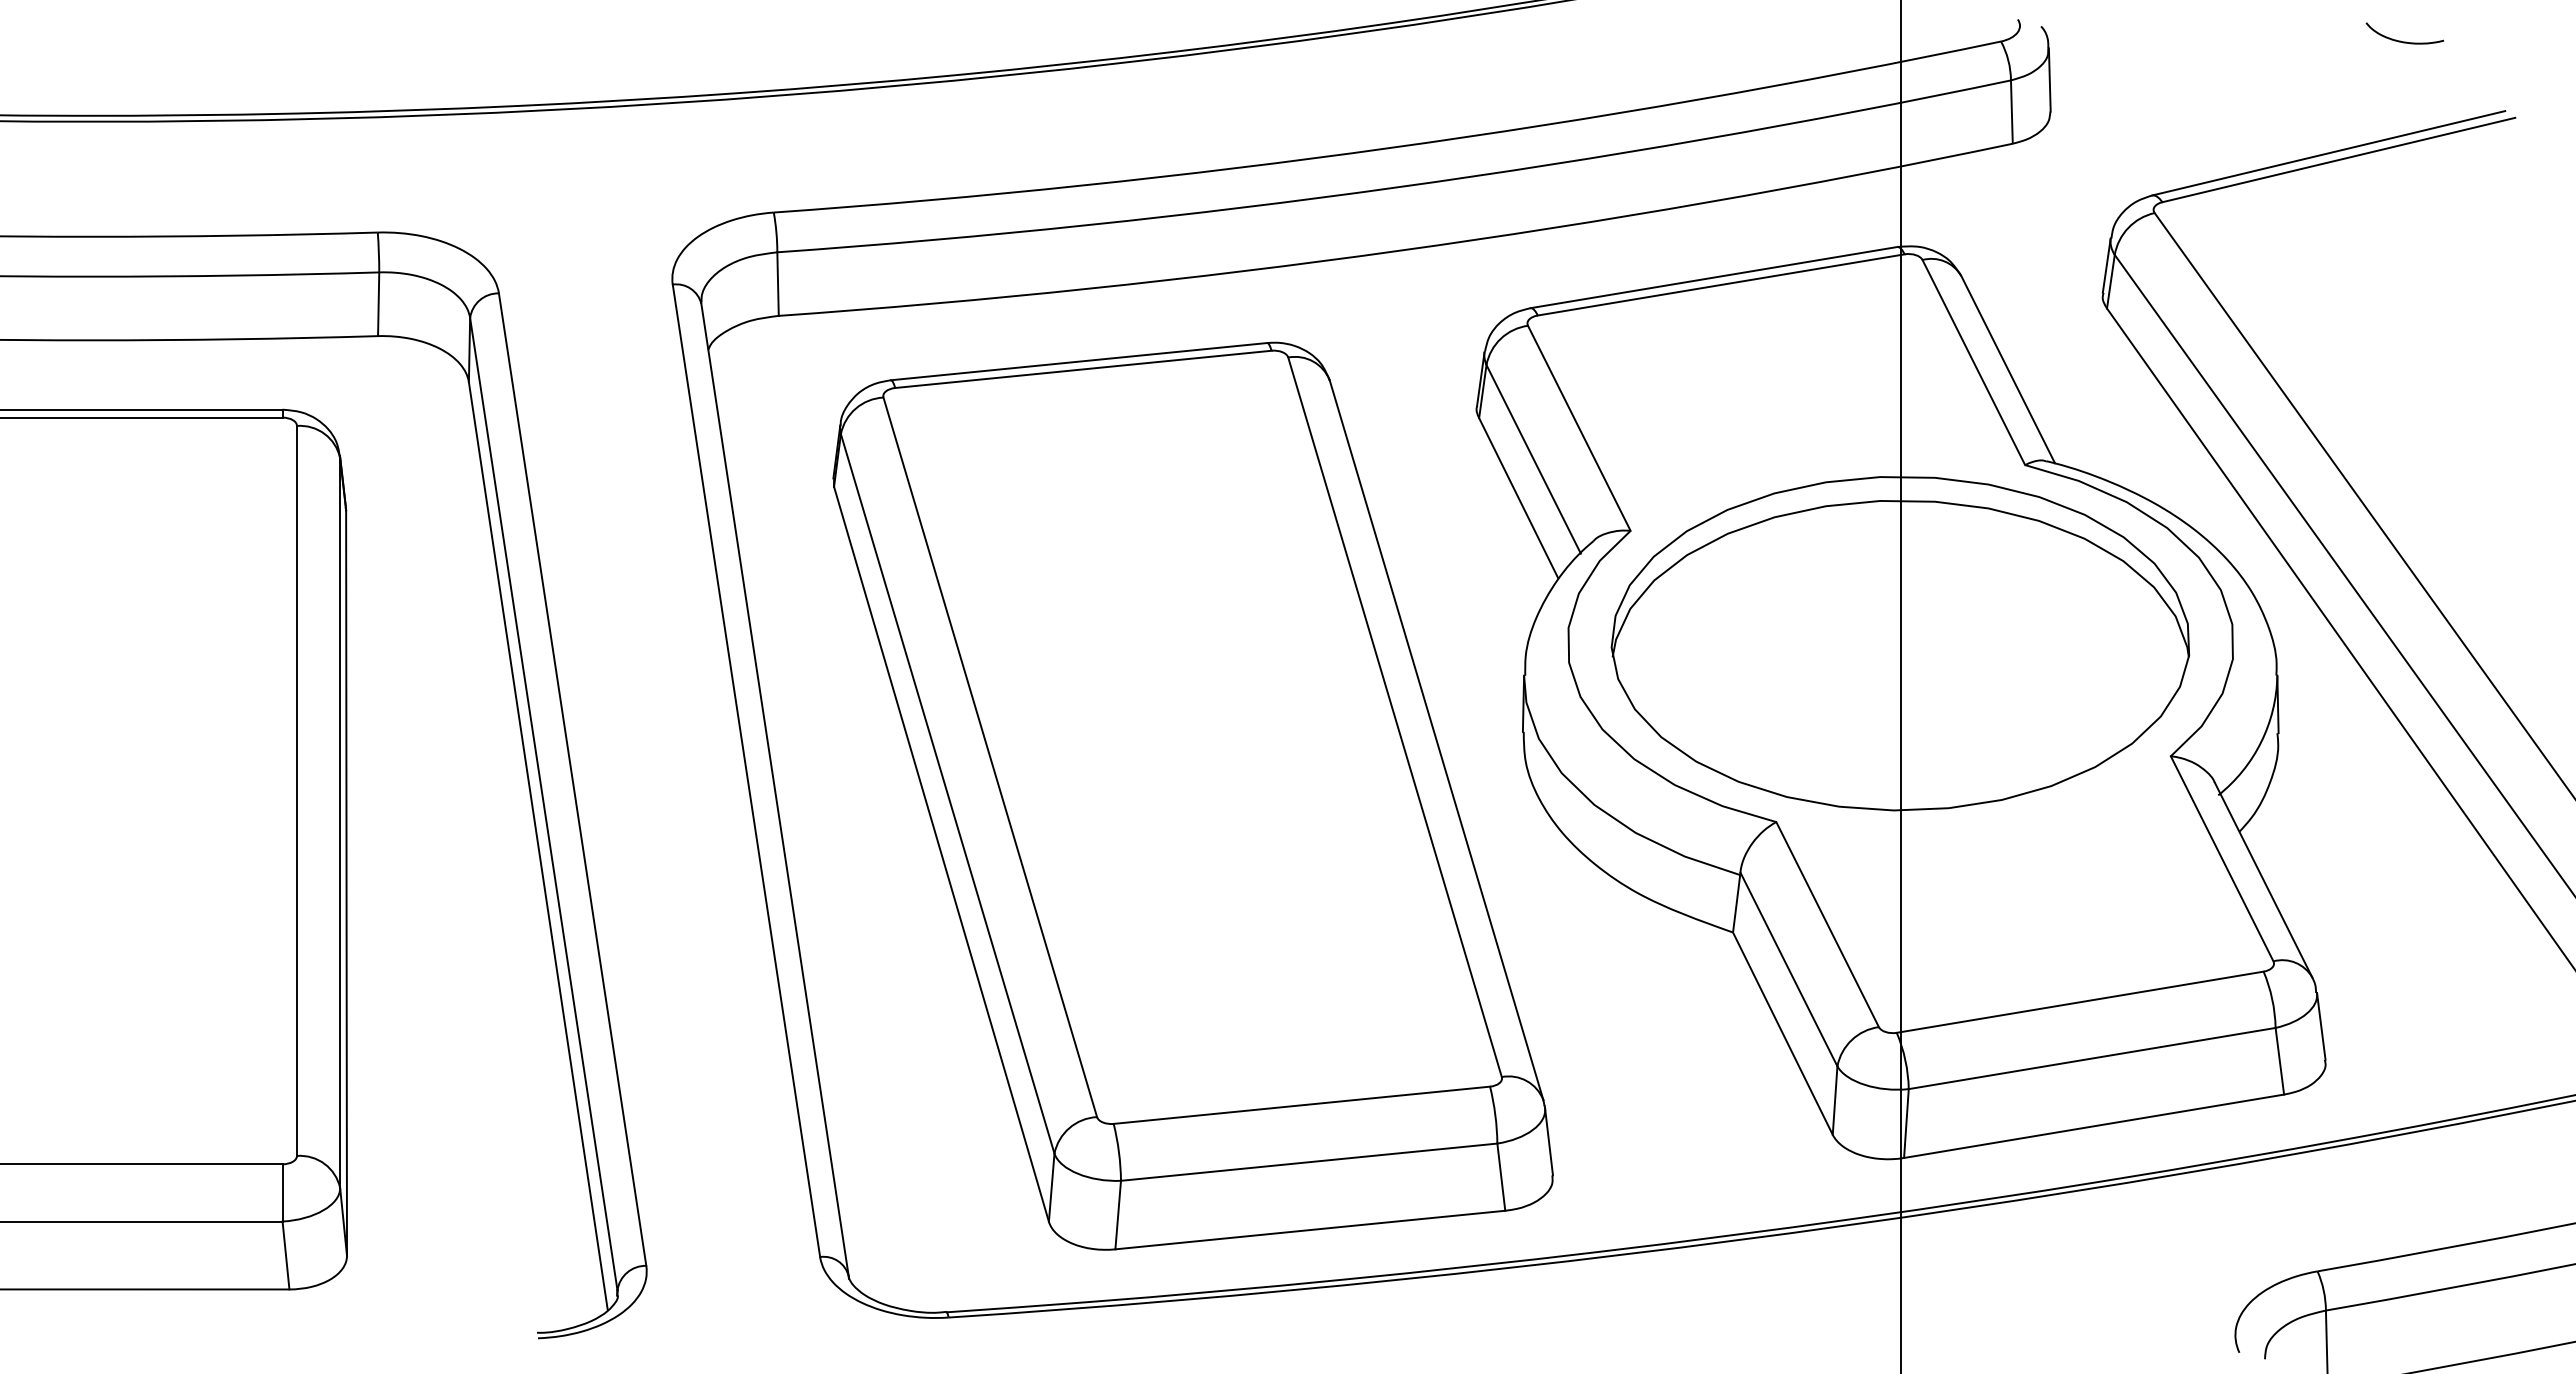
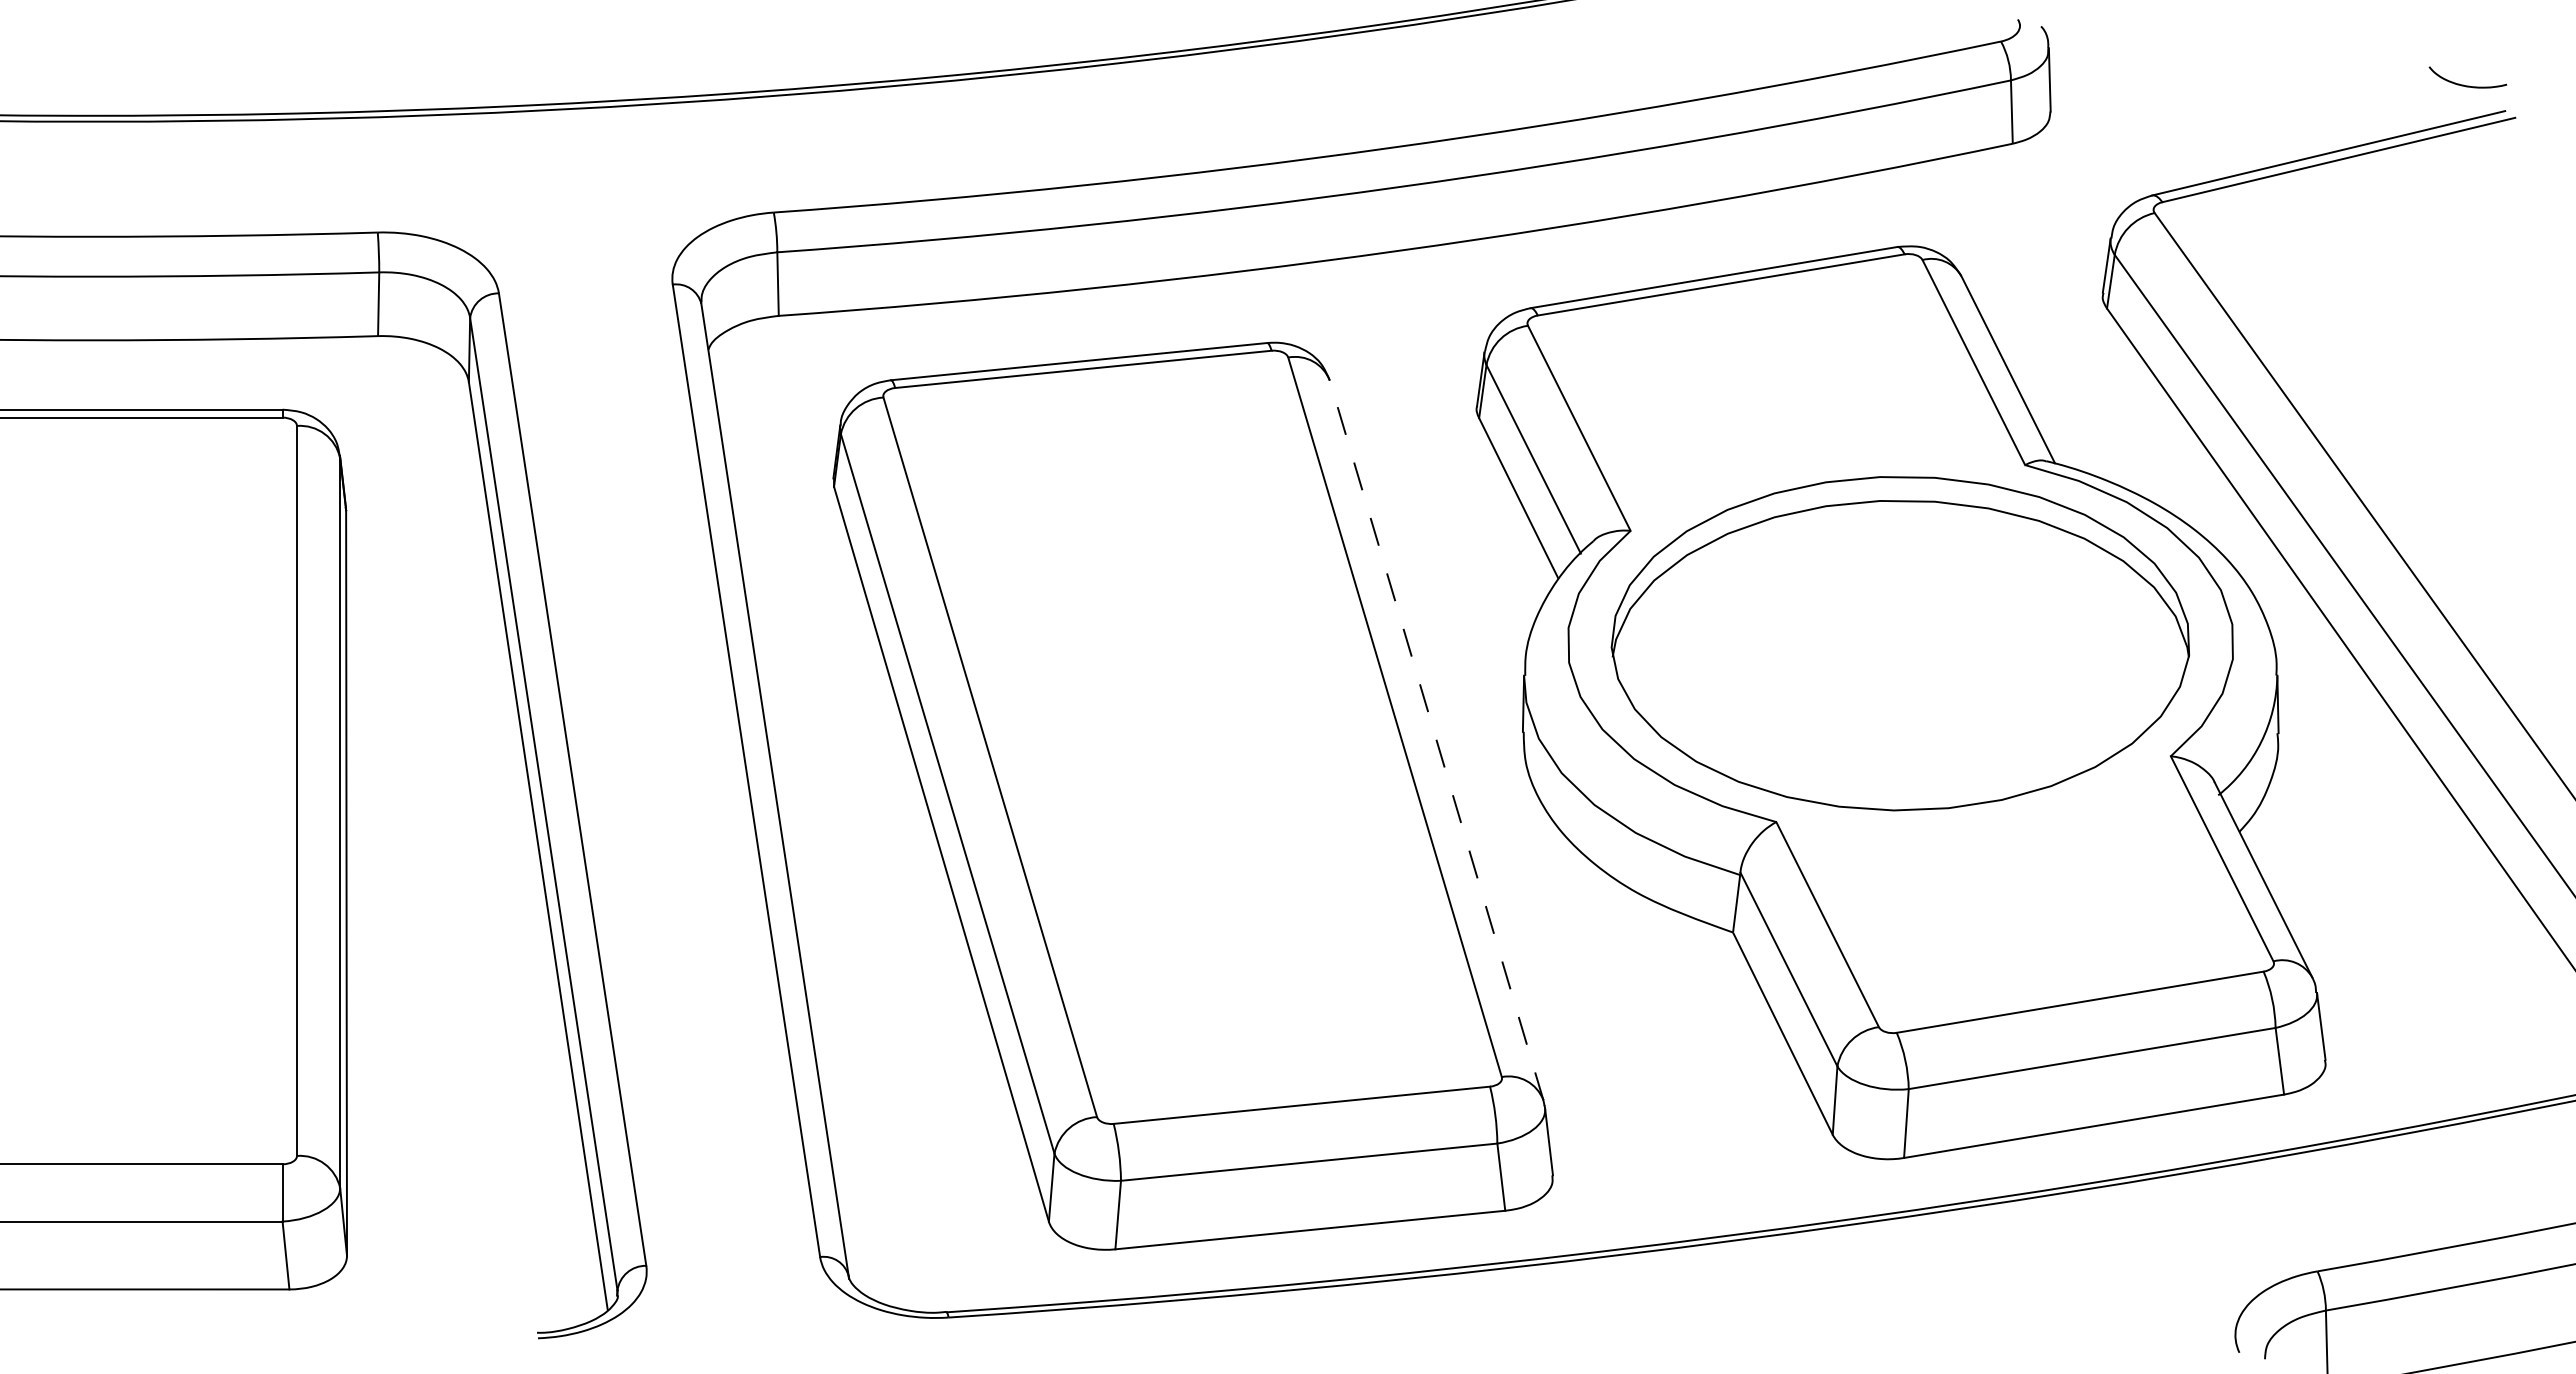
curve at (2404, 41) position: (2404, 41) -> (2467, 85)
line at (1900, 686): present -> none
line at (1436, 739): solid -> dashed
